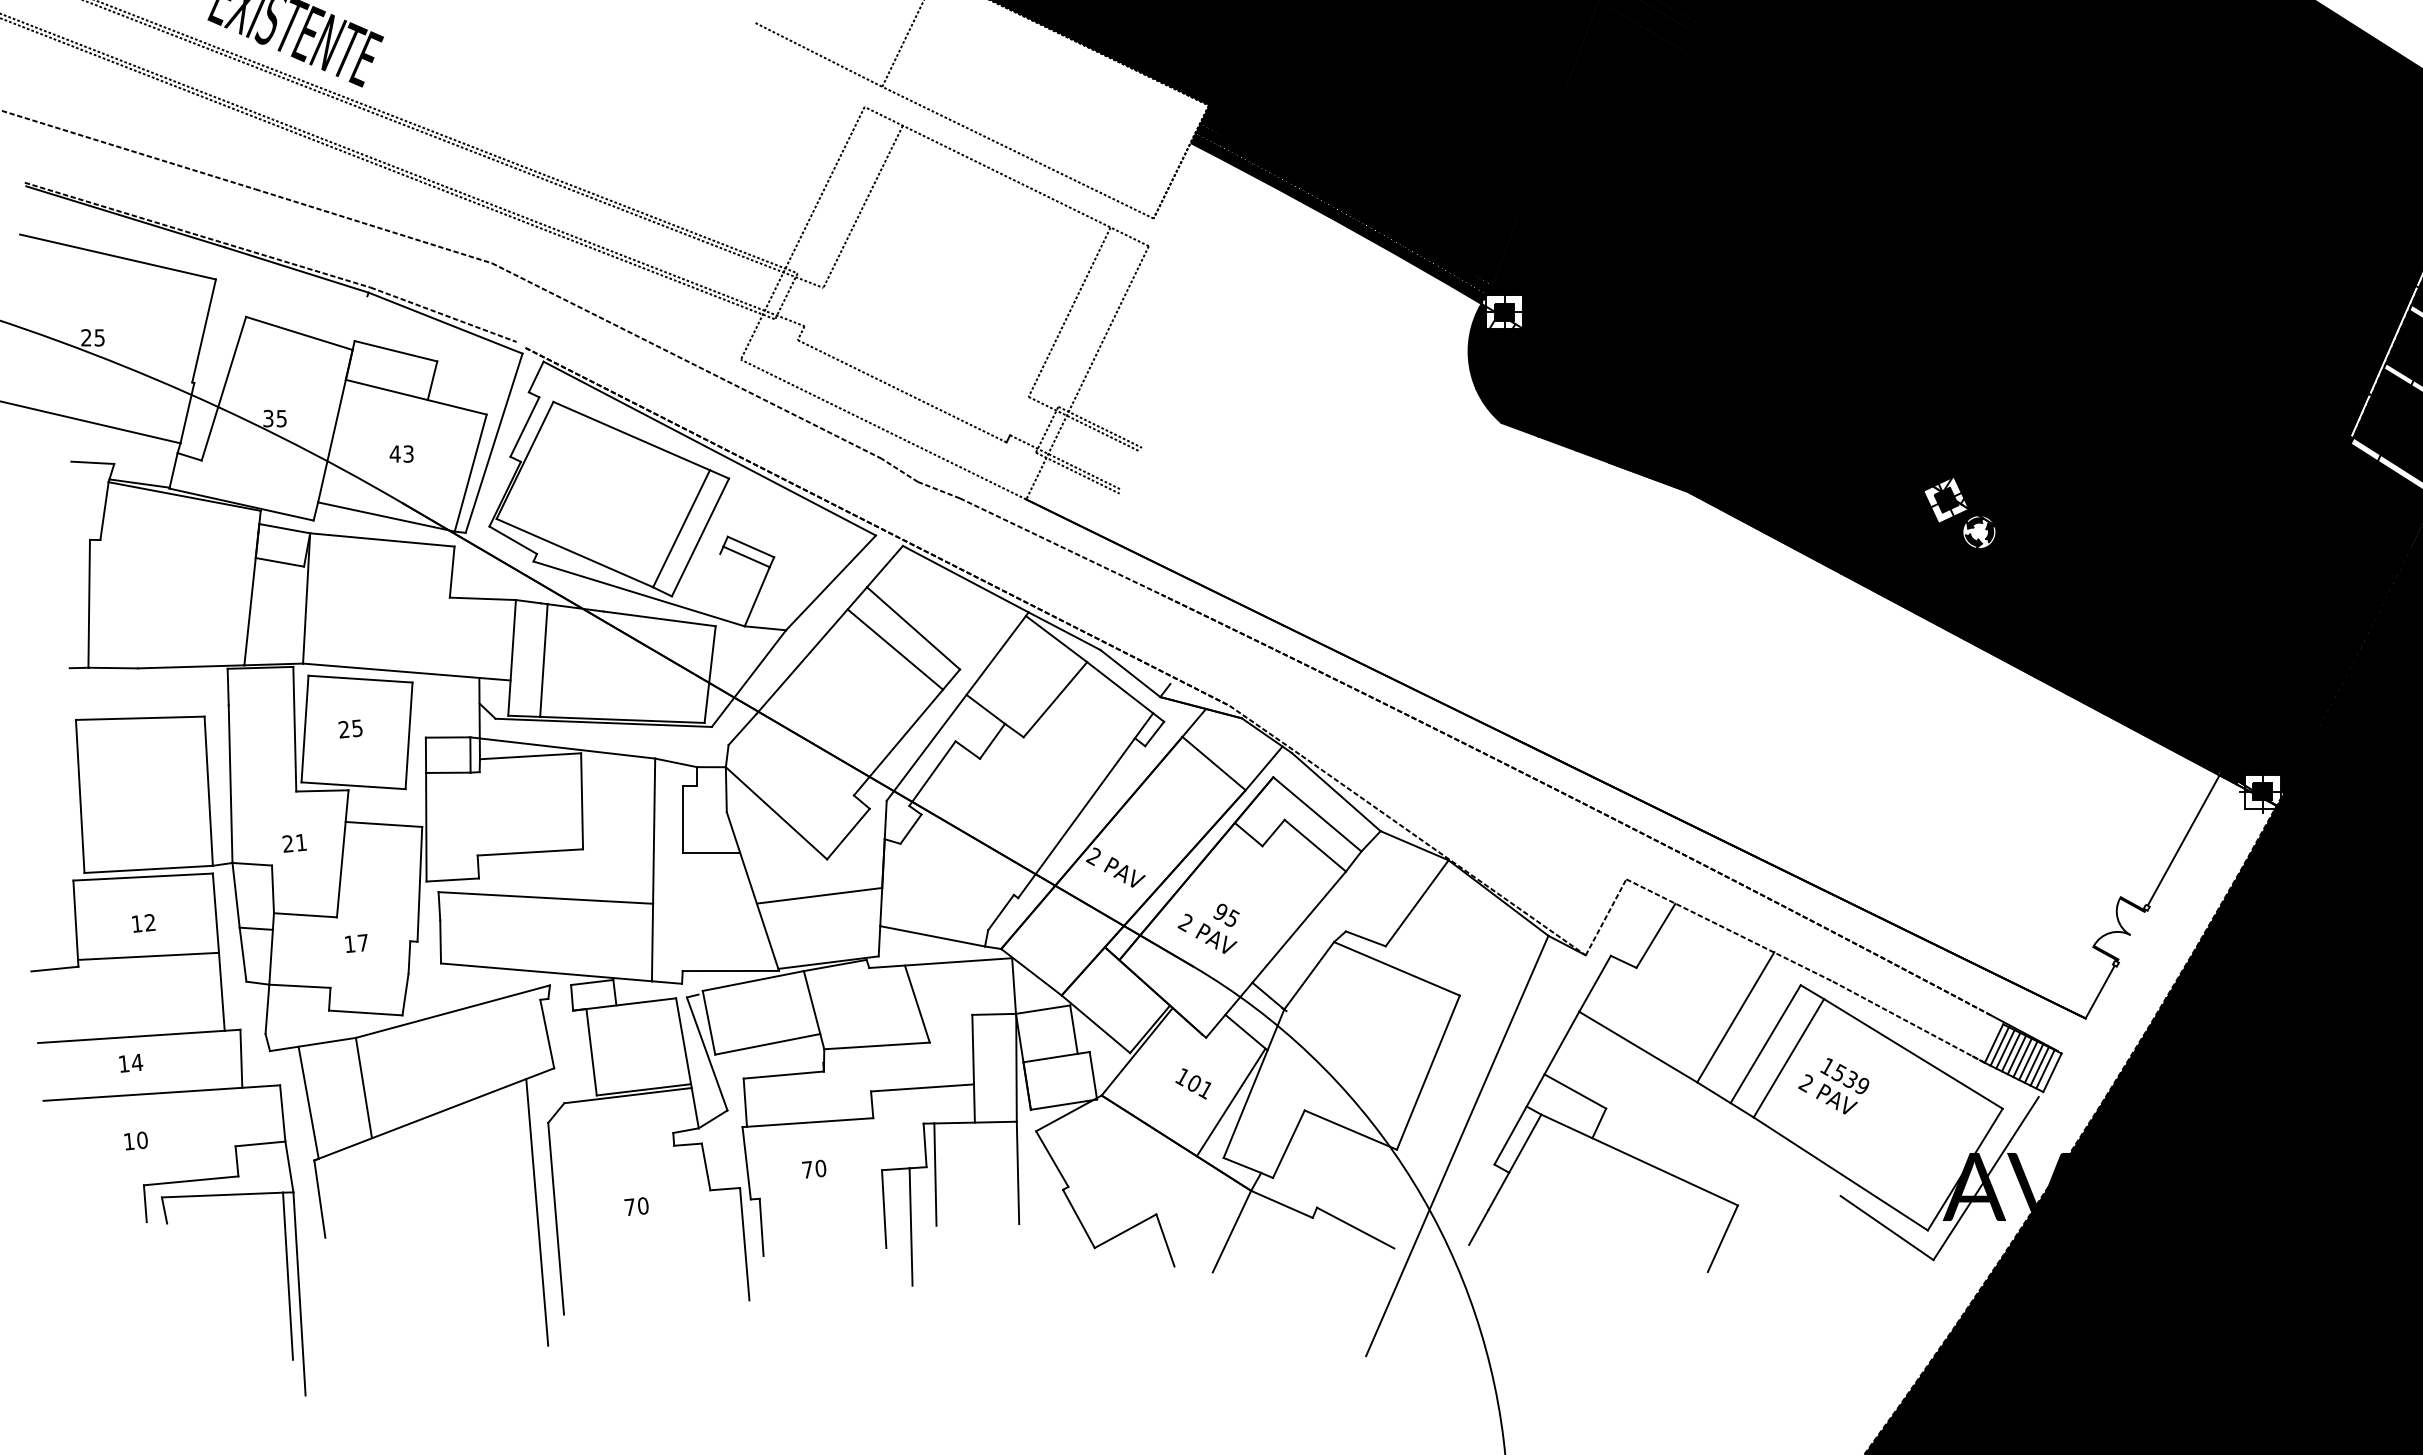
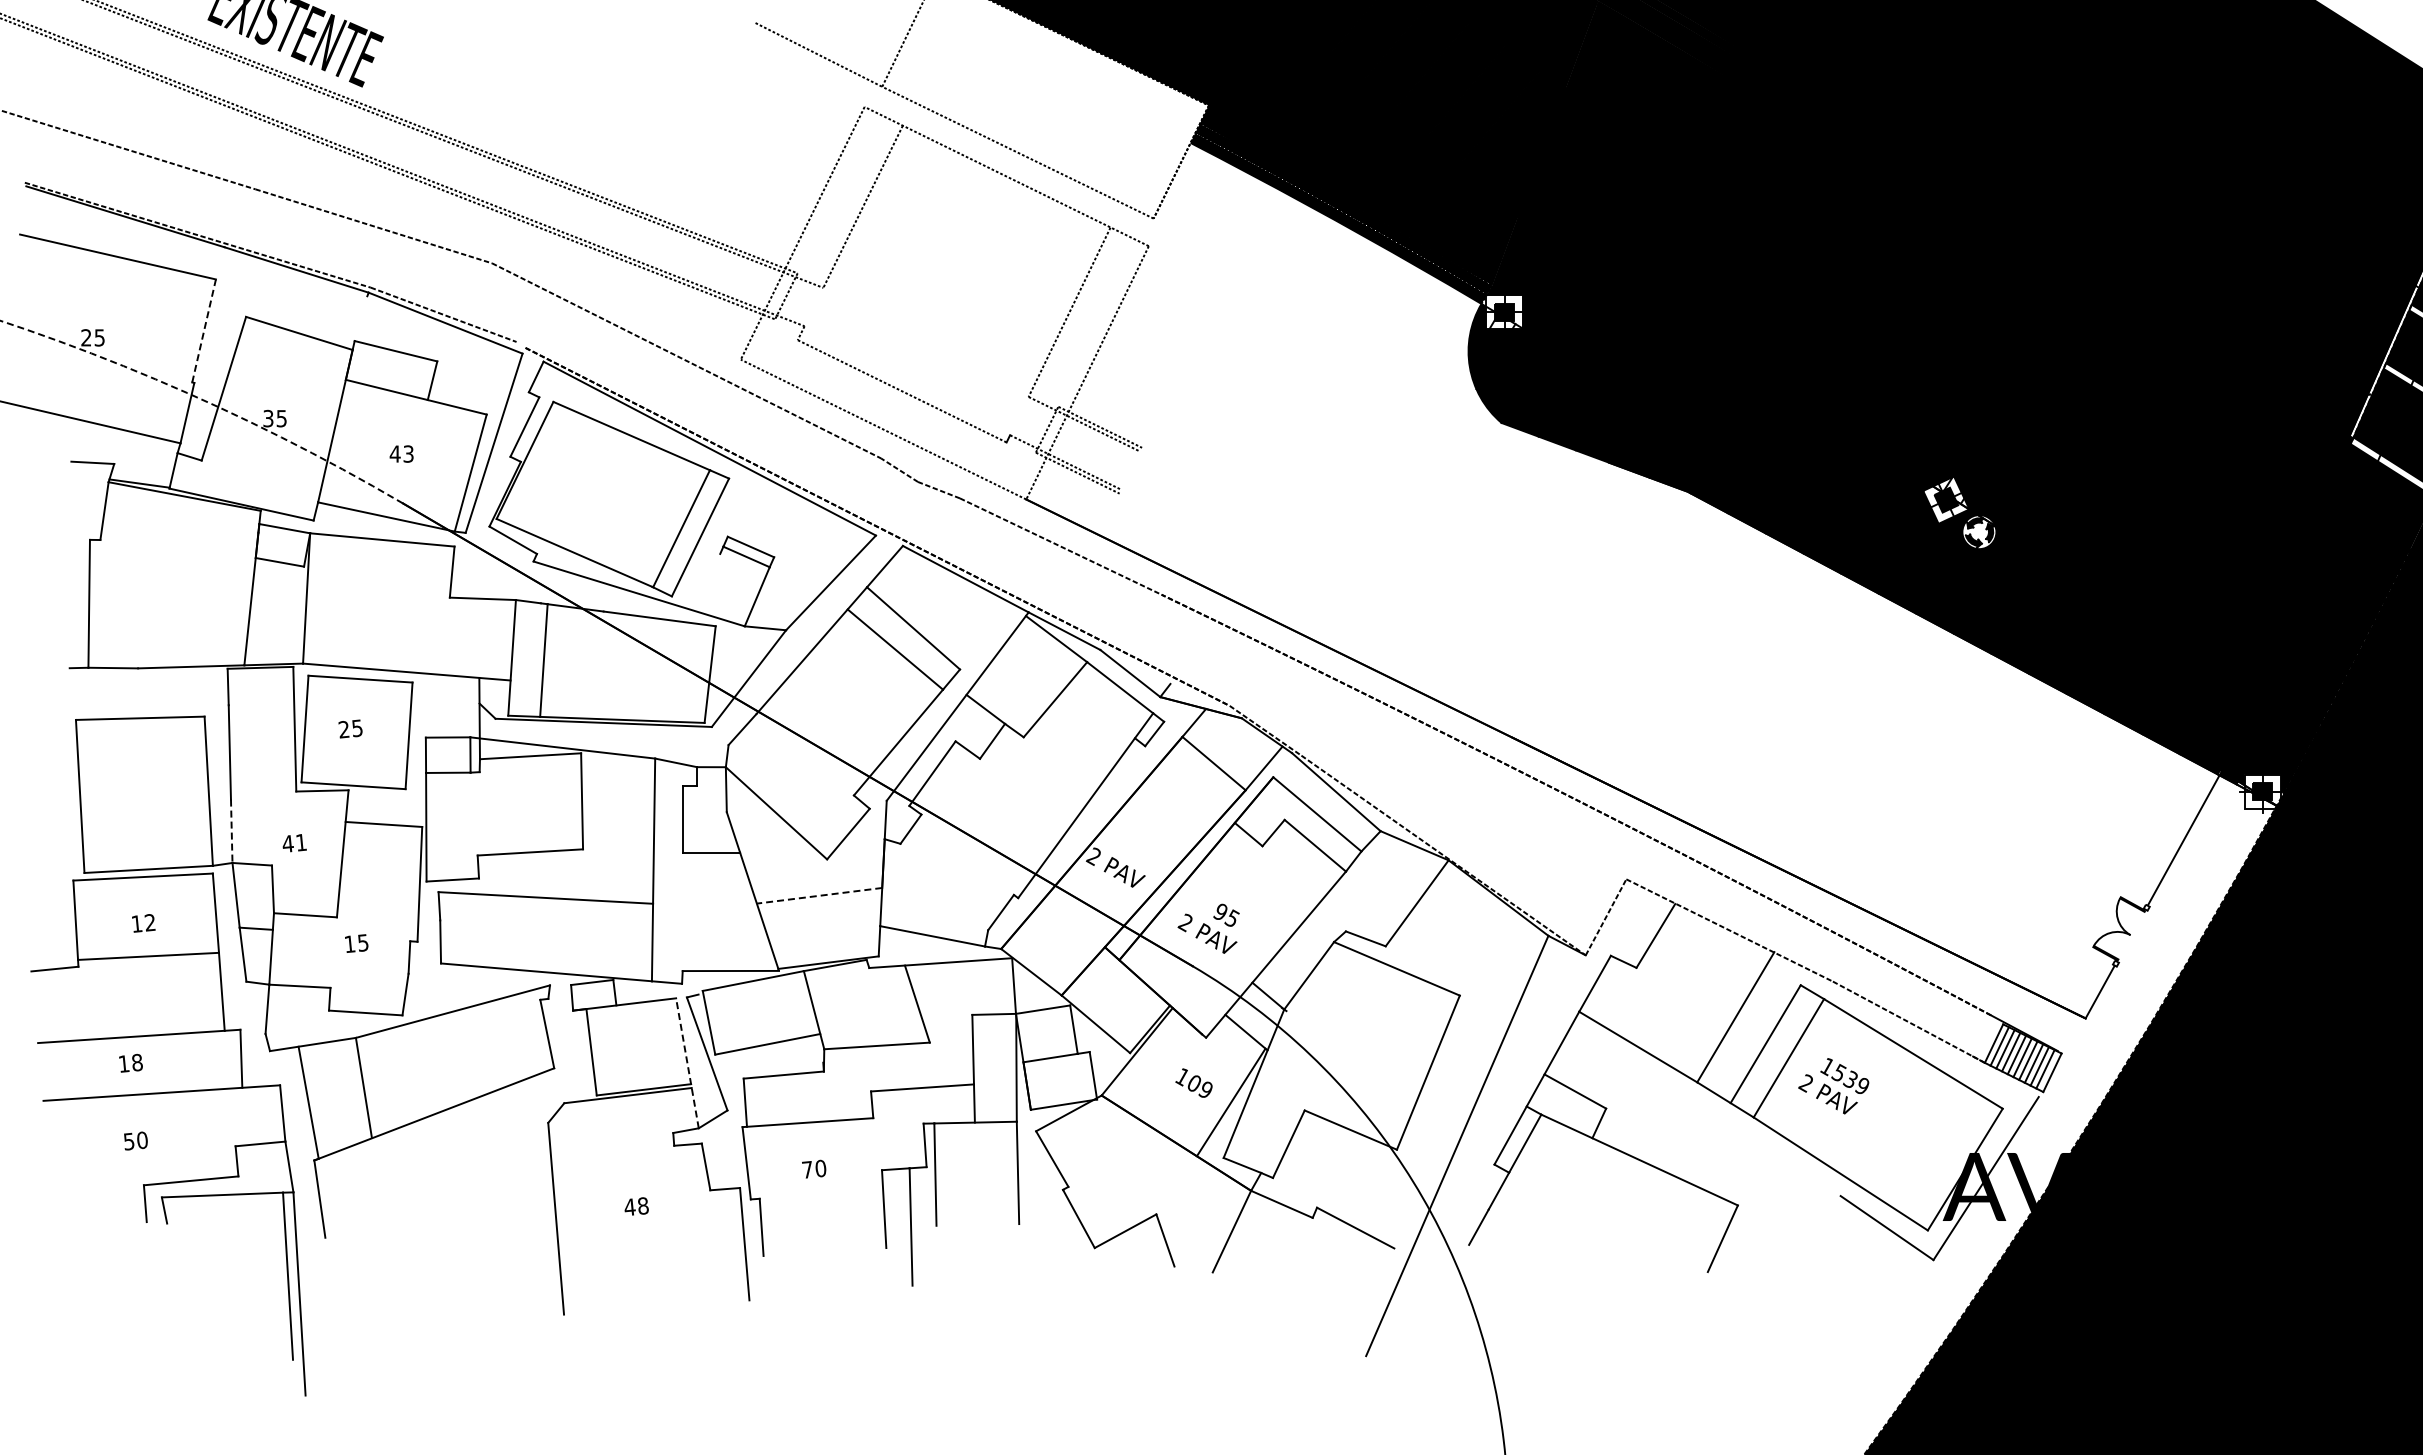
line at (204, 330): solid -> dashed
arc at (206, 401): solid -> dashed
line at (231, 831): solid -> dashed
text at (287, 843): 21 -> 41
line at (819, 895): solid -> dashed
text at (362, 942): 17 -> 15
text at (137, 1062): 14 -> 18
line at (687, 1063): solid -> dashed
text at (1205, 1090): 101 -> 109
text at (129, 1141): 10 -> 50
text at (636, 1206): 70 -> 48
line at (537, 1212): present -> none
